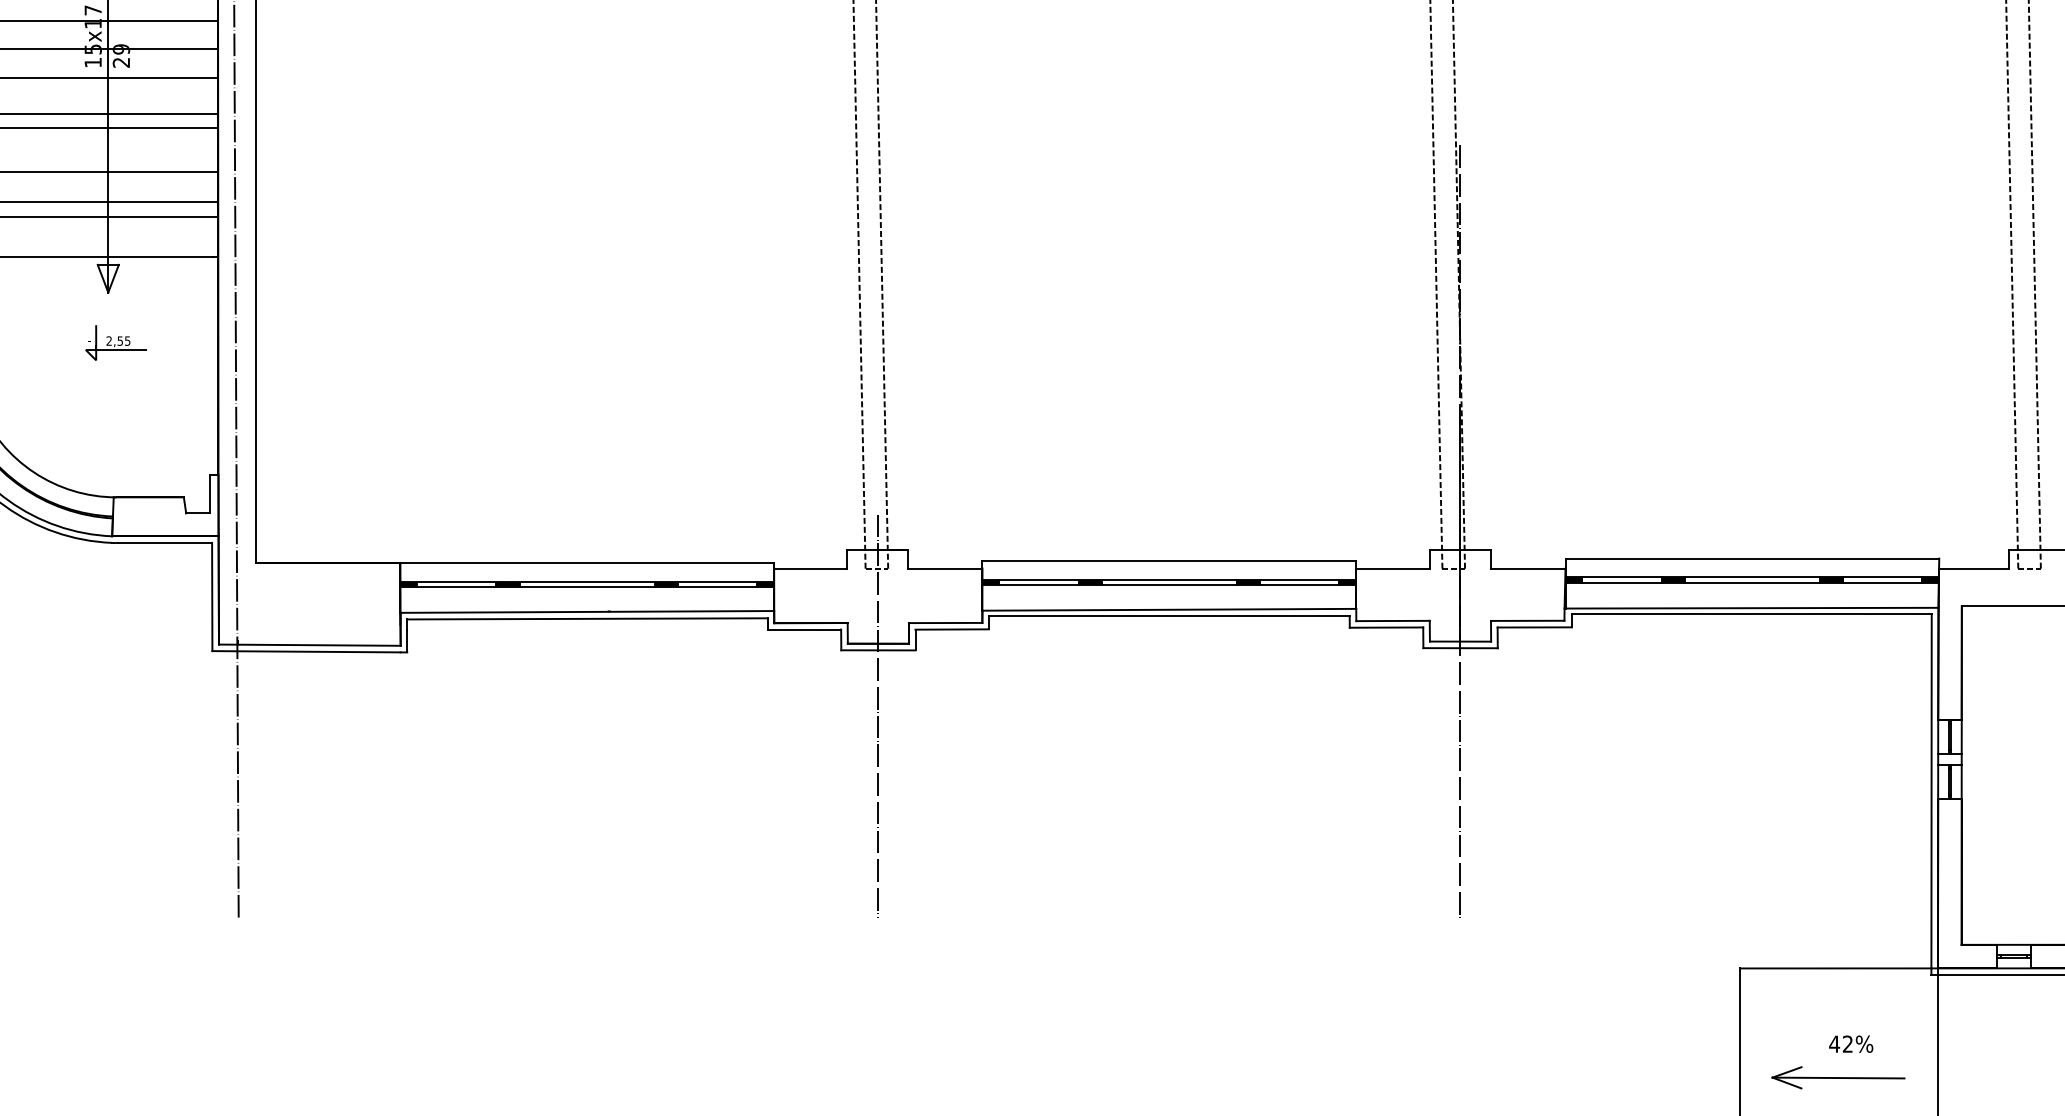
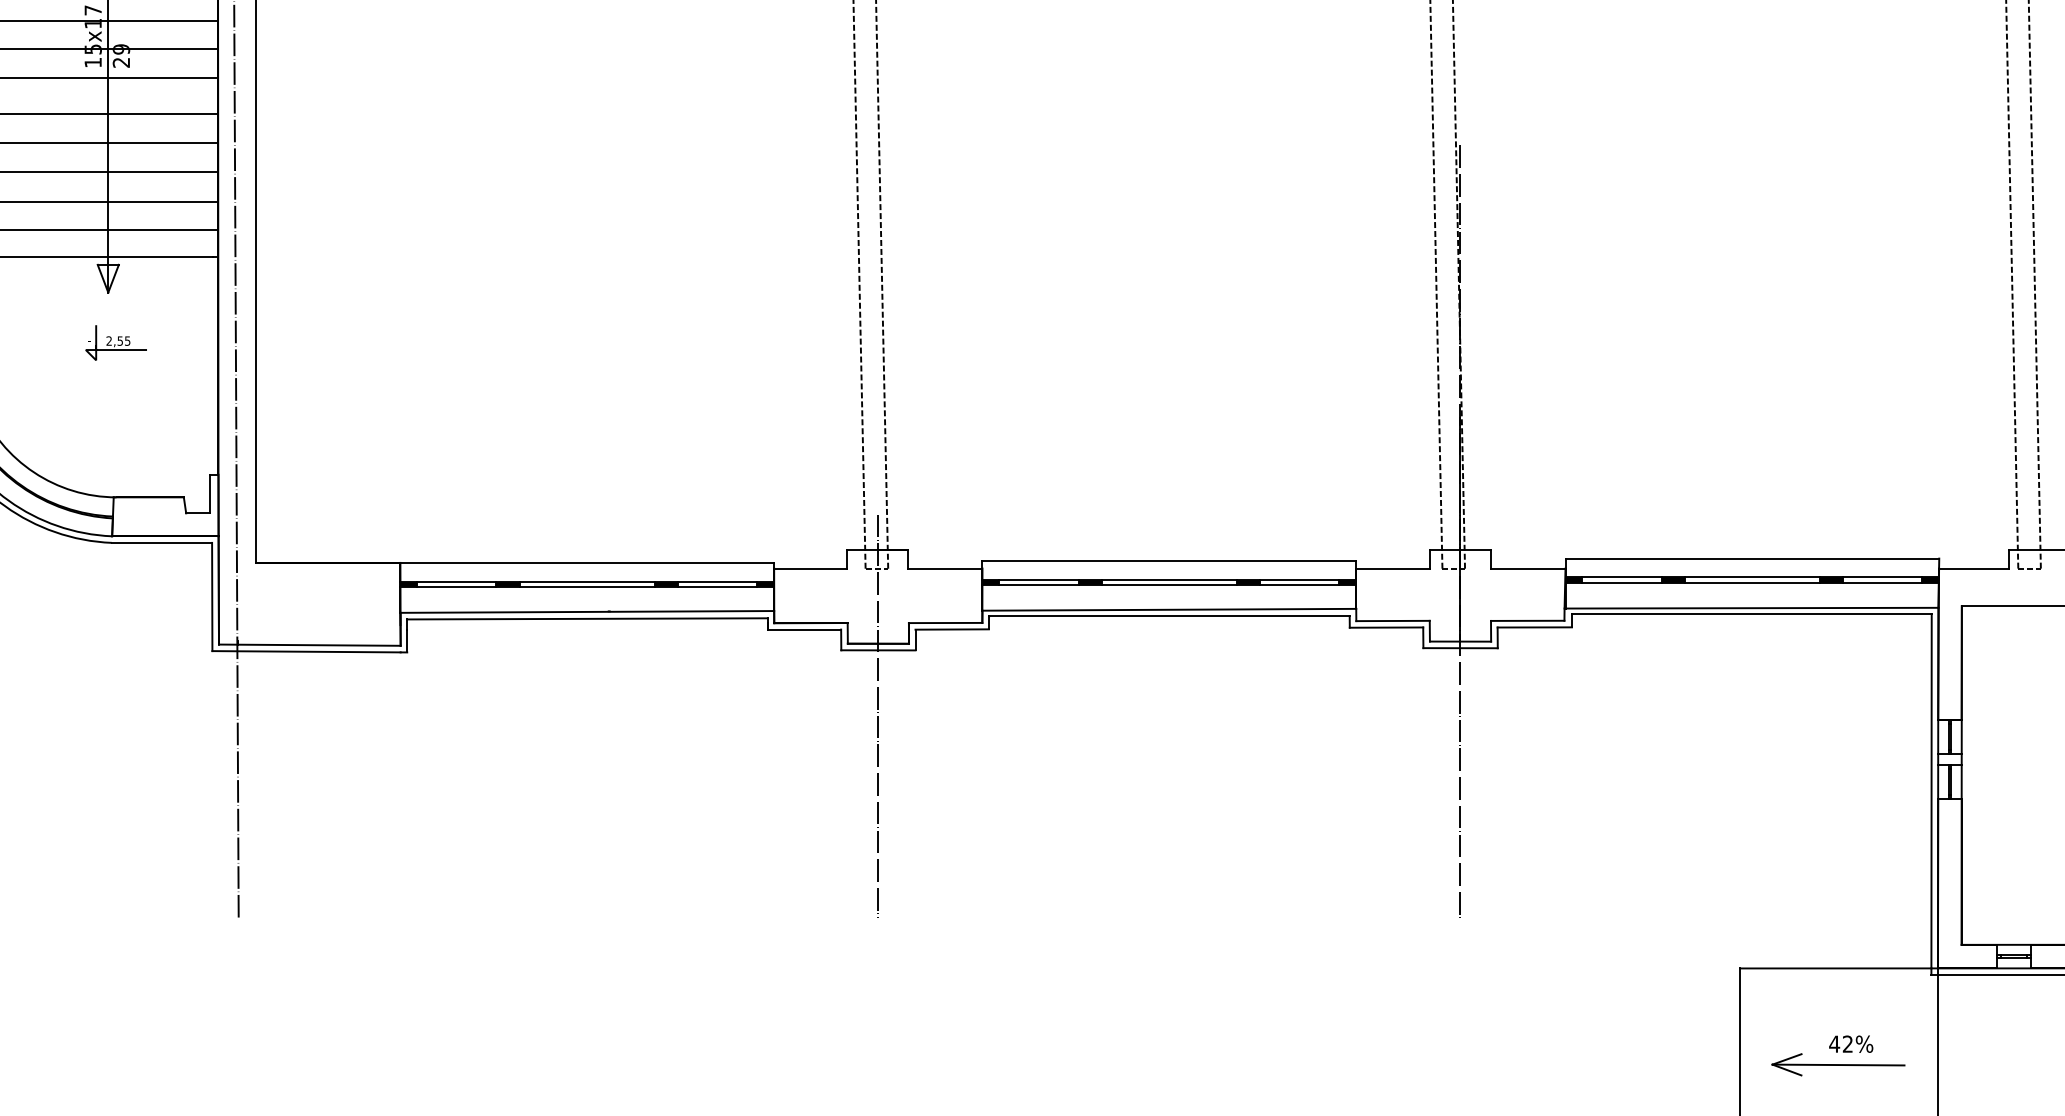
line at (110, 127) position: (110, 127) -> (110, 142)
line at (110, 216) position: (110, 216) -> (110, 229)
part at (1838, 1077) position: (1838, 1077) -> (1838, 1064)
